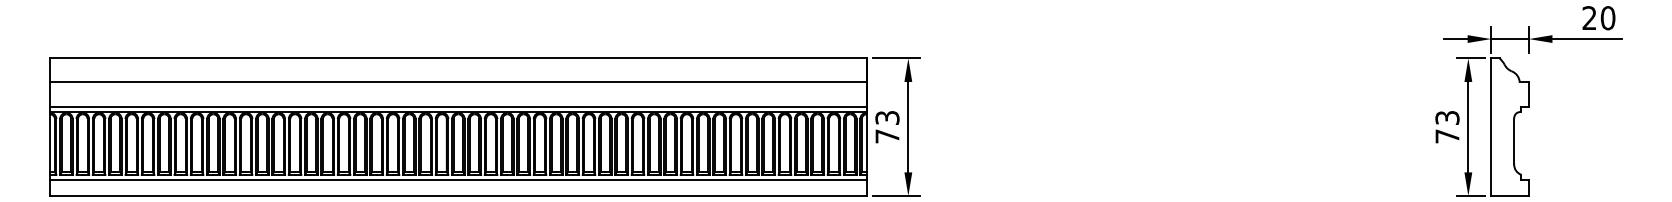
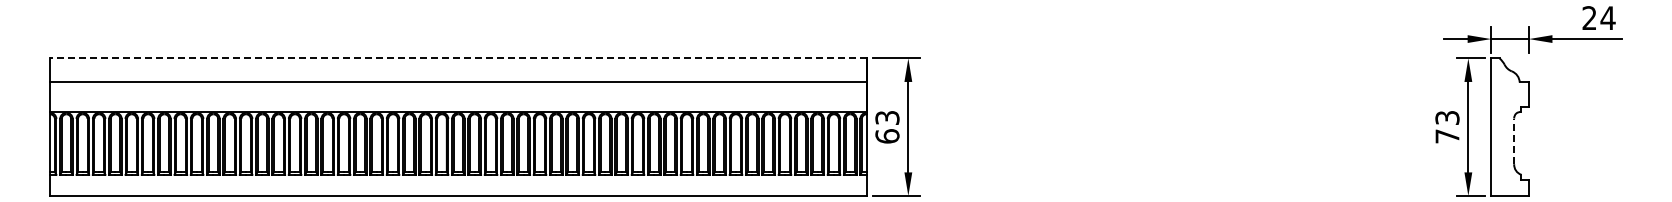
text at (1607, 18): 20 -> 24
line at (457, 58): solid -> dashed
line at (458, 106): present -> none
text at (887, 136): 73 -> 63
line at (1514, 141): solid -> dashed
line at (458, 180): present -> none
